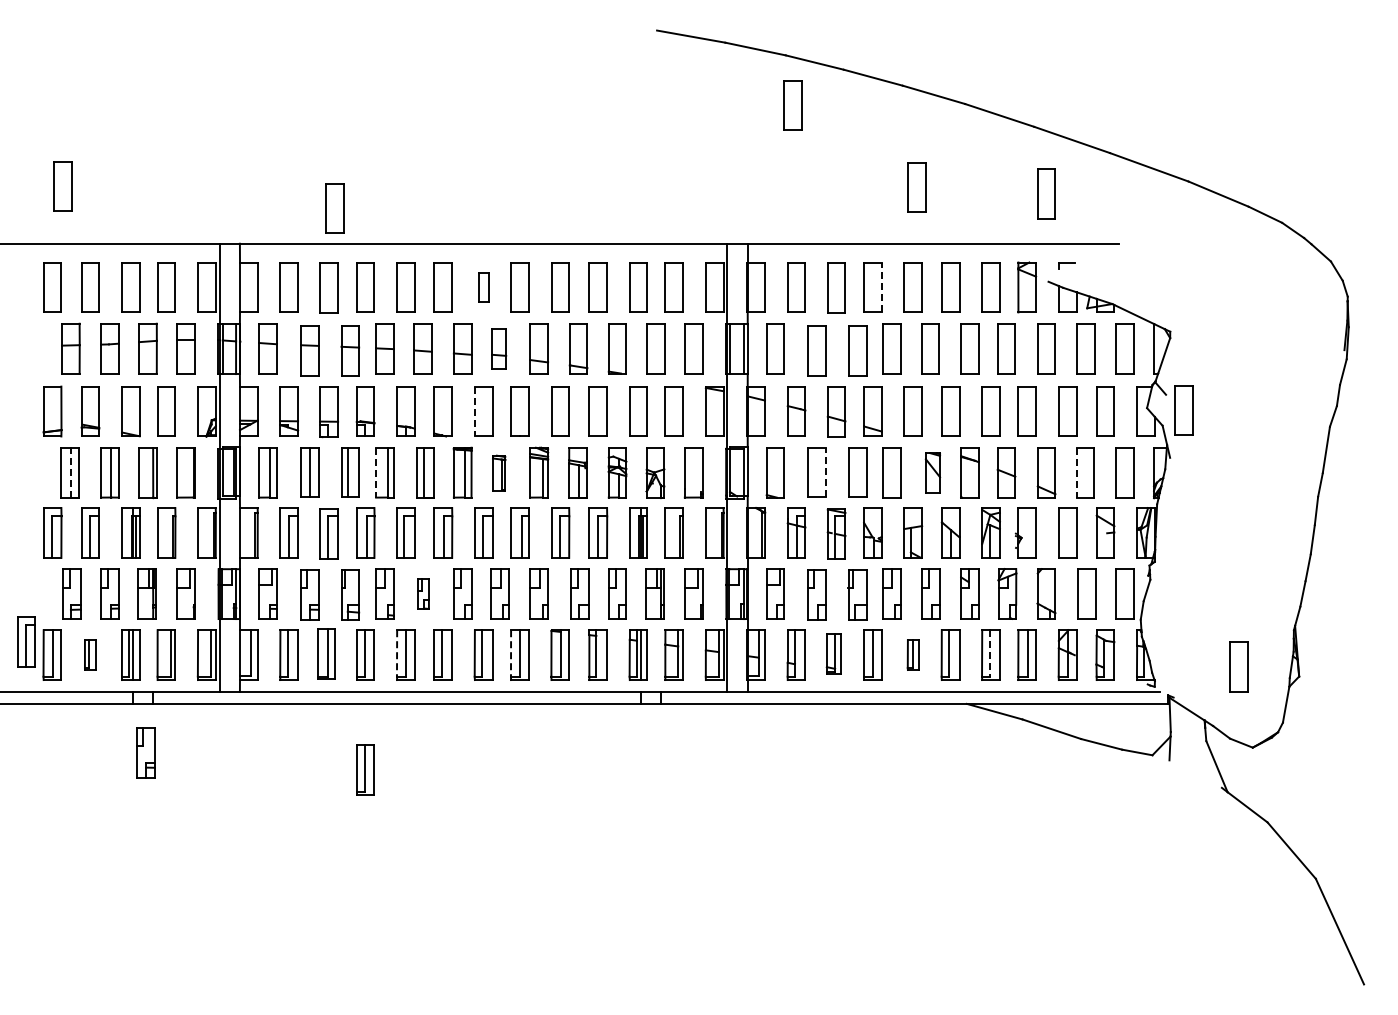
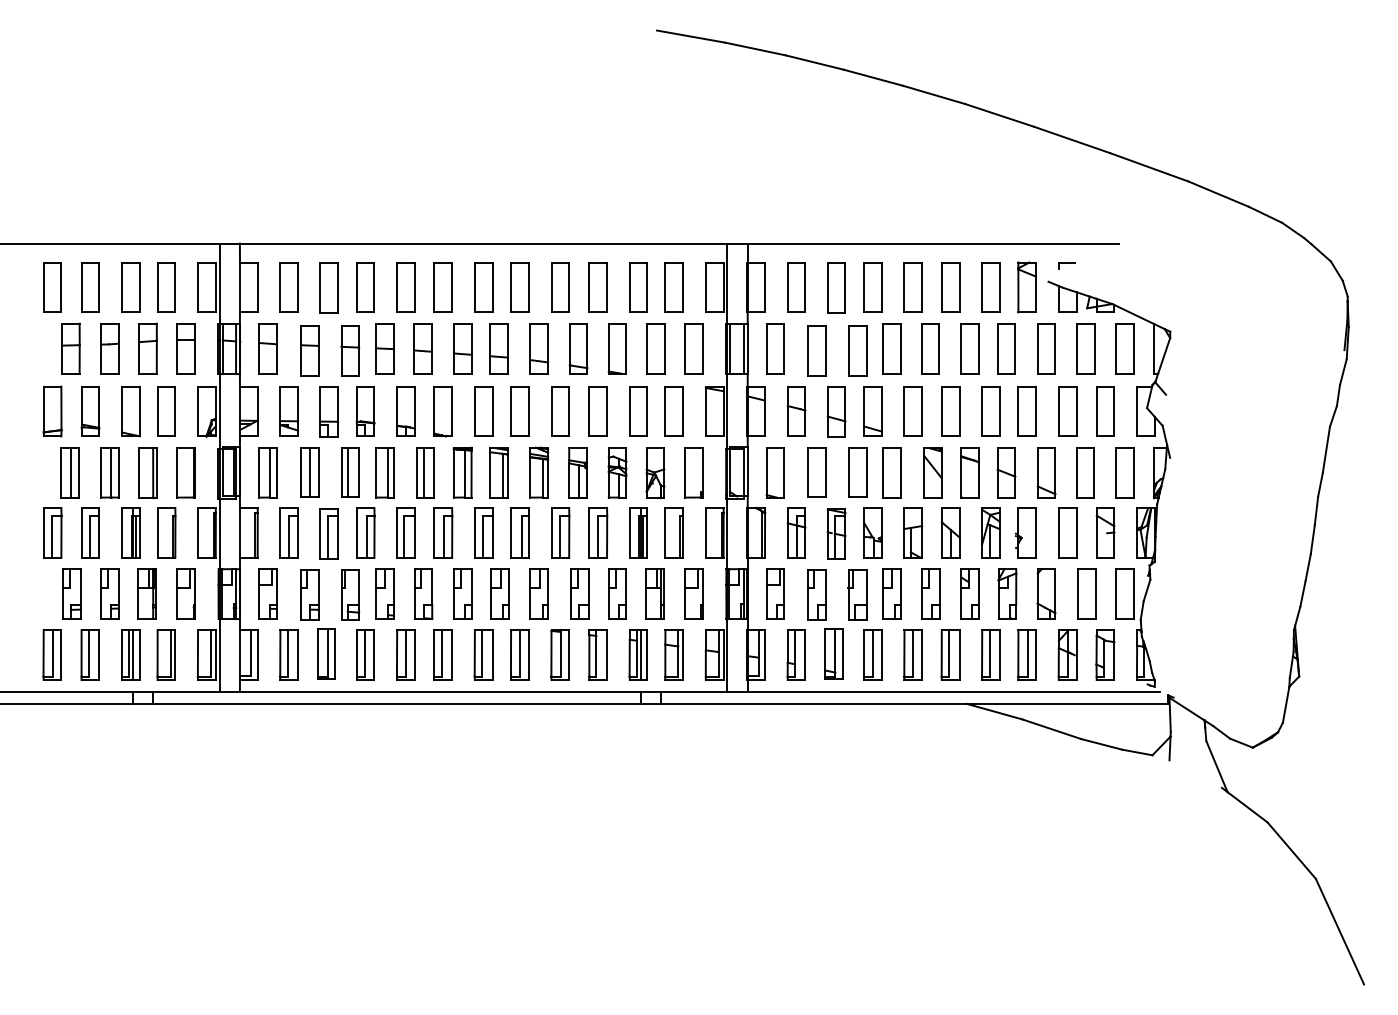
part at (792, 105): present -> none
part at (62, 186): present -> none
part at (916, 187): present -> none
part at (1046, 193): present -> none
part at (334, 208): present -> none
part at (483, 287) size: 12x31 px -> 20x51 px
line at (881, 287): dashed -> solid
part at (499, 348) size: 17x42 px -> 20x52 px
part at (1183, 410): present -> none
line at (474, 411): dashed -> solid
line at (70, 472): dashed -> solid
line at (376, 472): dashed -> solid
part at (499, 472) size: 15x38 px -> 20x52 px
line at (826, 472): dashed -> solid
part at (932, 472) size: 18x42 px -> 20x52 px
line at (1076, 473): dashed -> solid
part at (423, 593) size: 13x32 px -> 20x52 px
part at (26, 641): present -> none
line at (397, 653): dashed -> solid
line at (511, 653): dashed -> solid
part at (833, 653) size: 17x42 px -> 20x52 px
line at (989, 653): dashed -> solid
part at (90, 654) size: 13x32 px -> 20x52 px
part at (912, 654) size: 14x32 px -> 20x52 px
part at (1238, 666): present -> none
part at (145, 752): present -> none
part at (365, 769): present -> none
